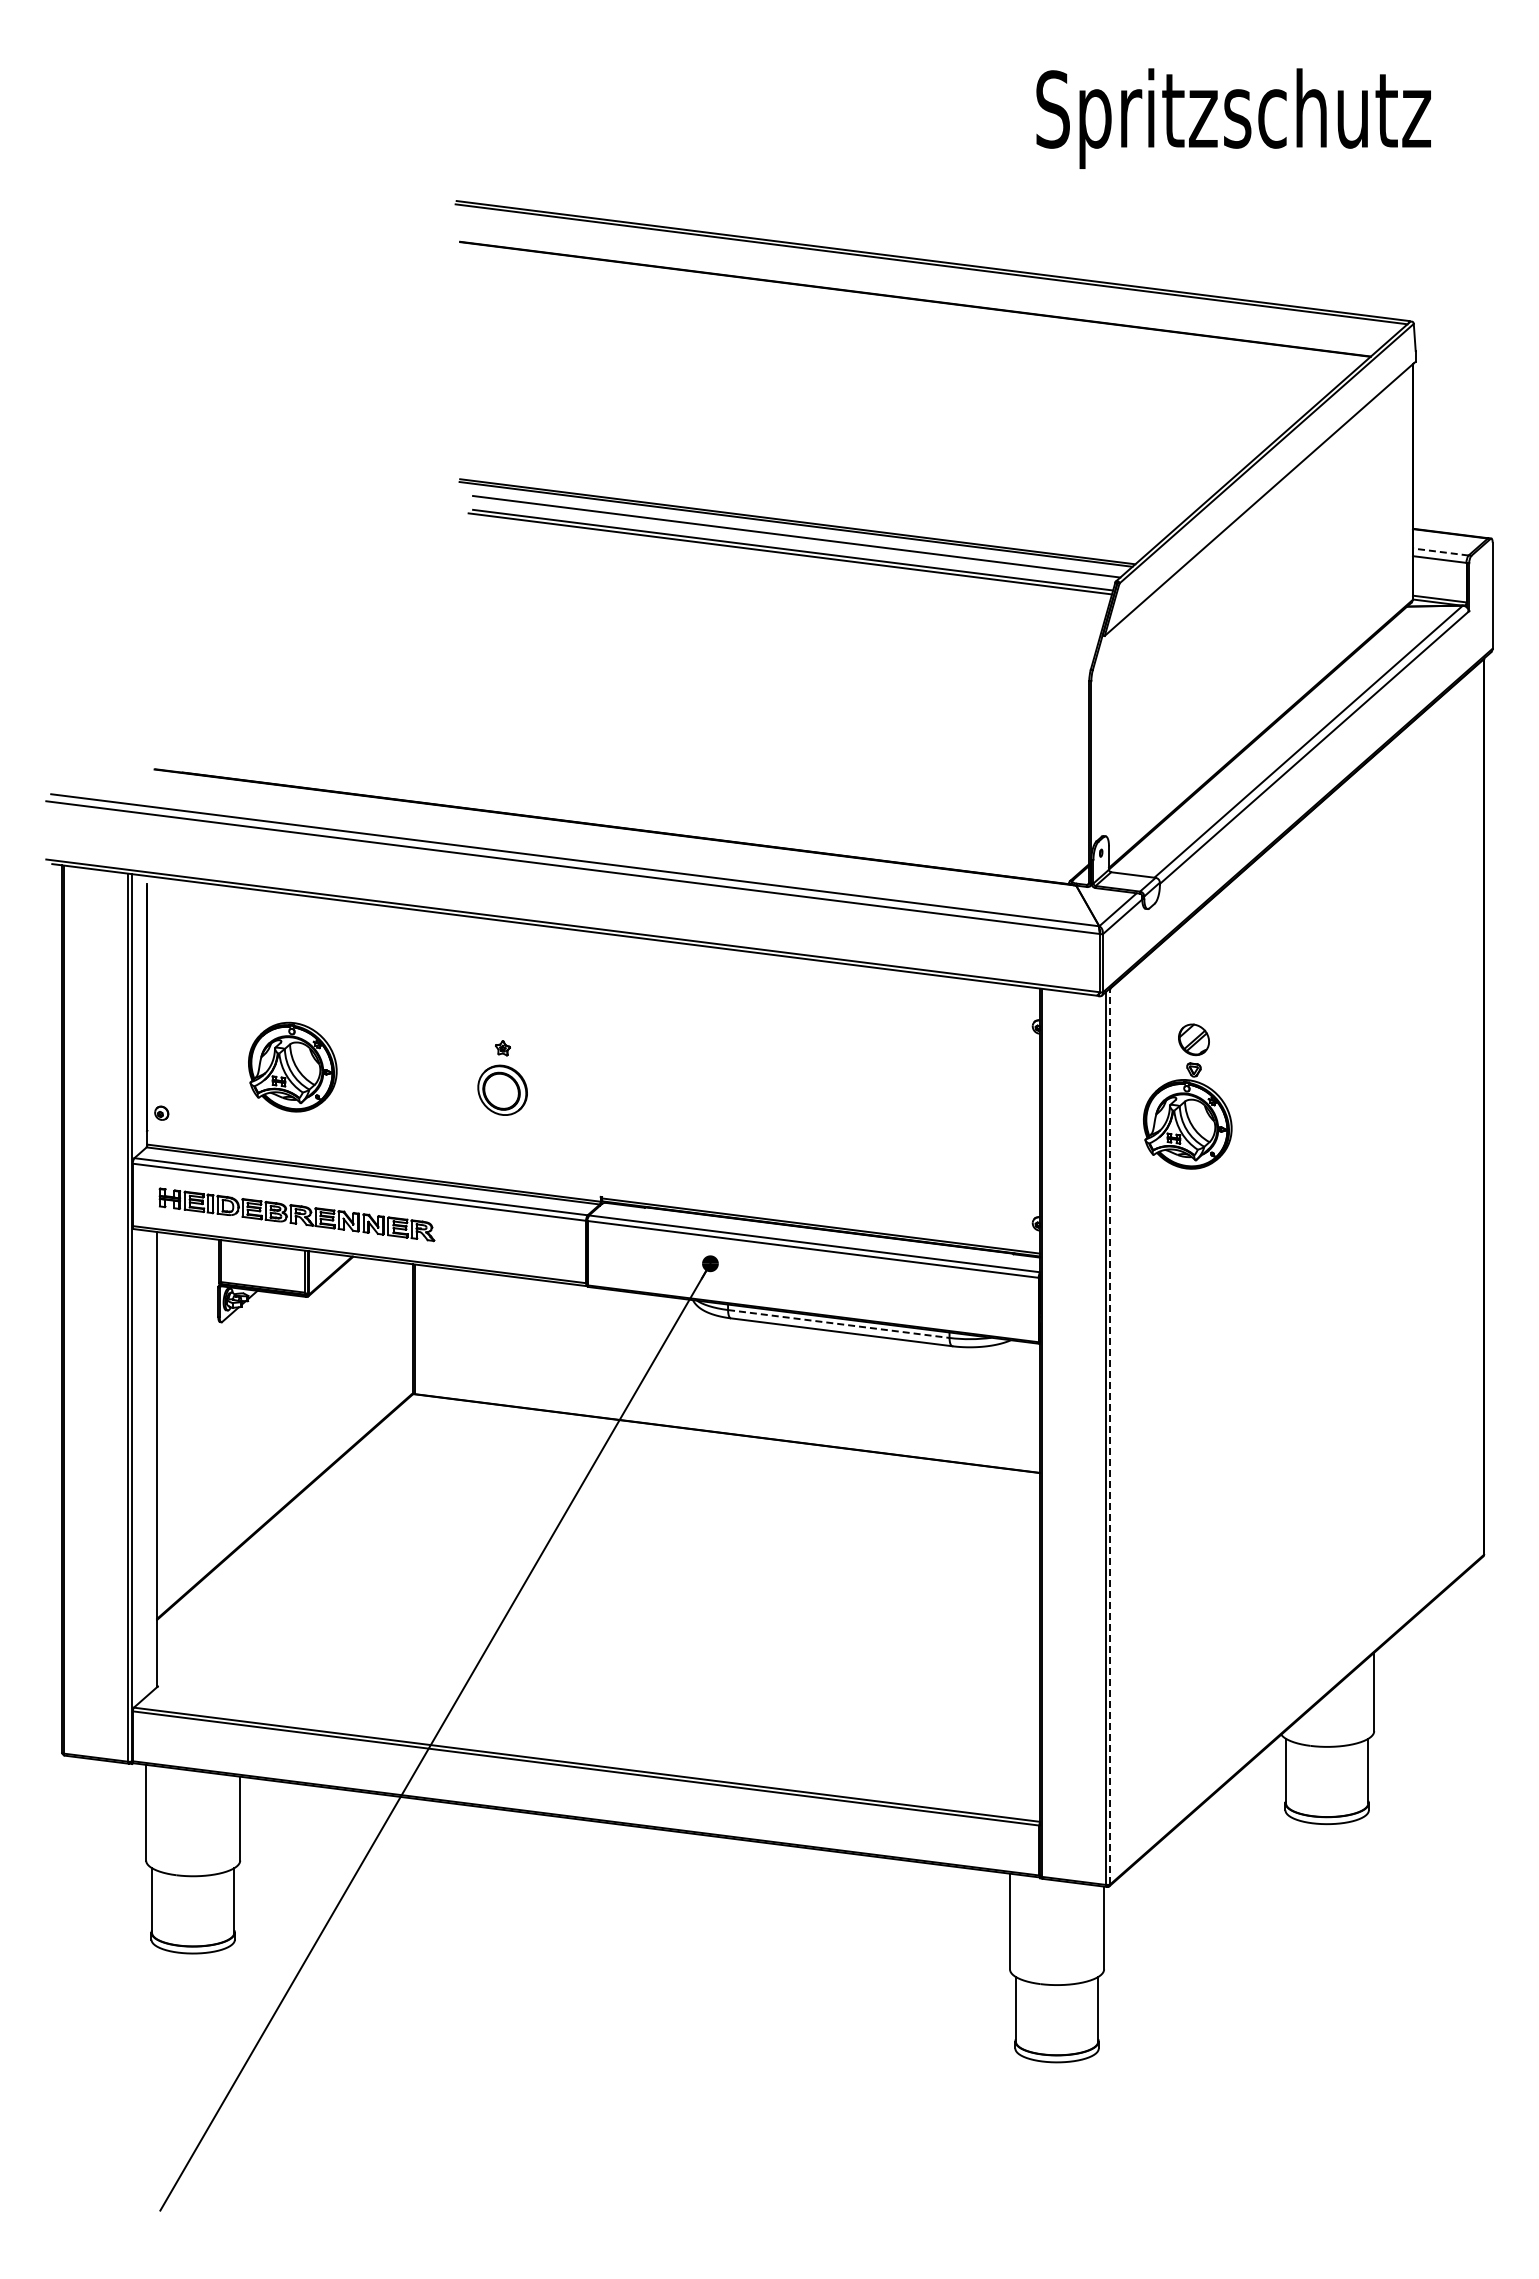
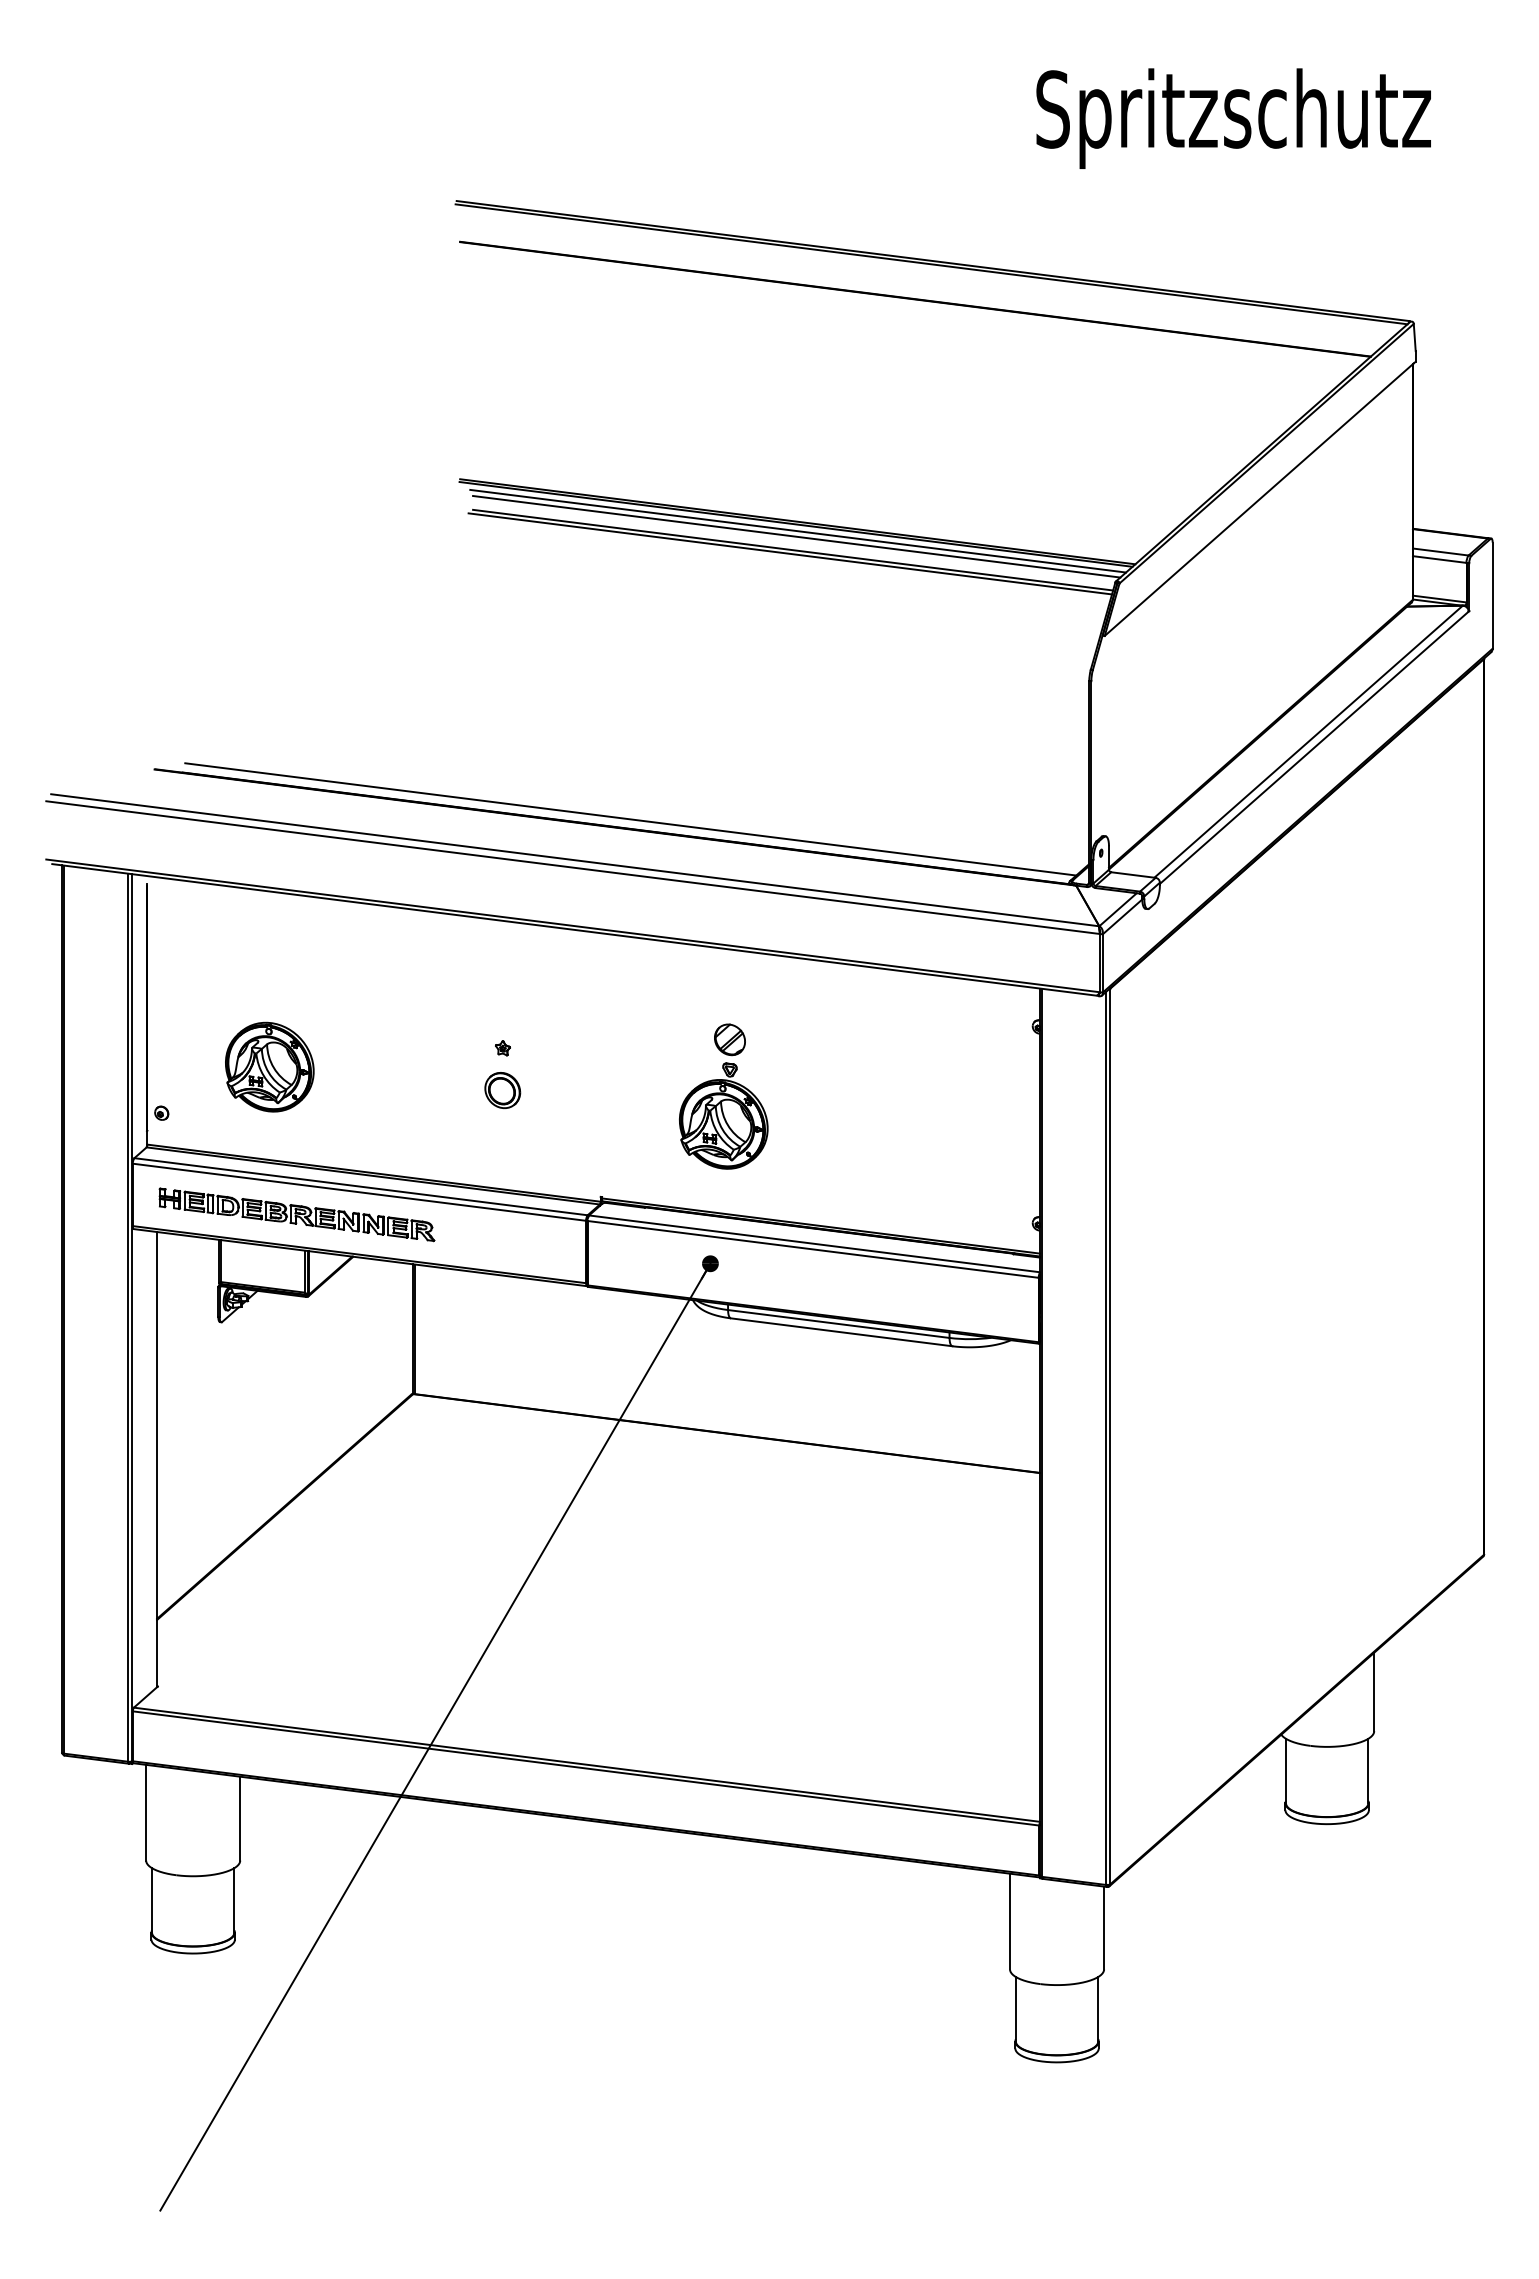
line at (798, 530): none -> present
line at (1440, 551): dashed -> solid
line at (630, 819): none -> present
part at (292, 1066) position: (292, 1066) -> (269, 1066)
part at (502, 1089) size: 51x52 px -> 38x38 px
part at (1187, 1096) position: (1187, 1096) -> (723, 1096)
line at (838, 1324): dashed -> solid
line at (1110, 1436): dashed -> solid
